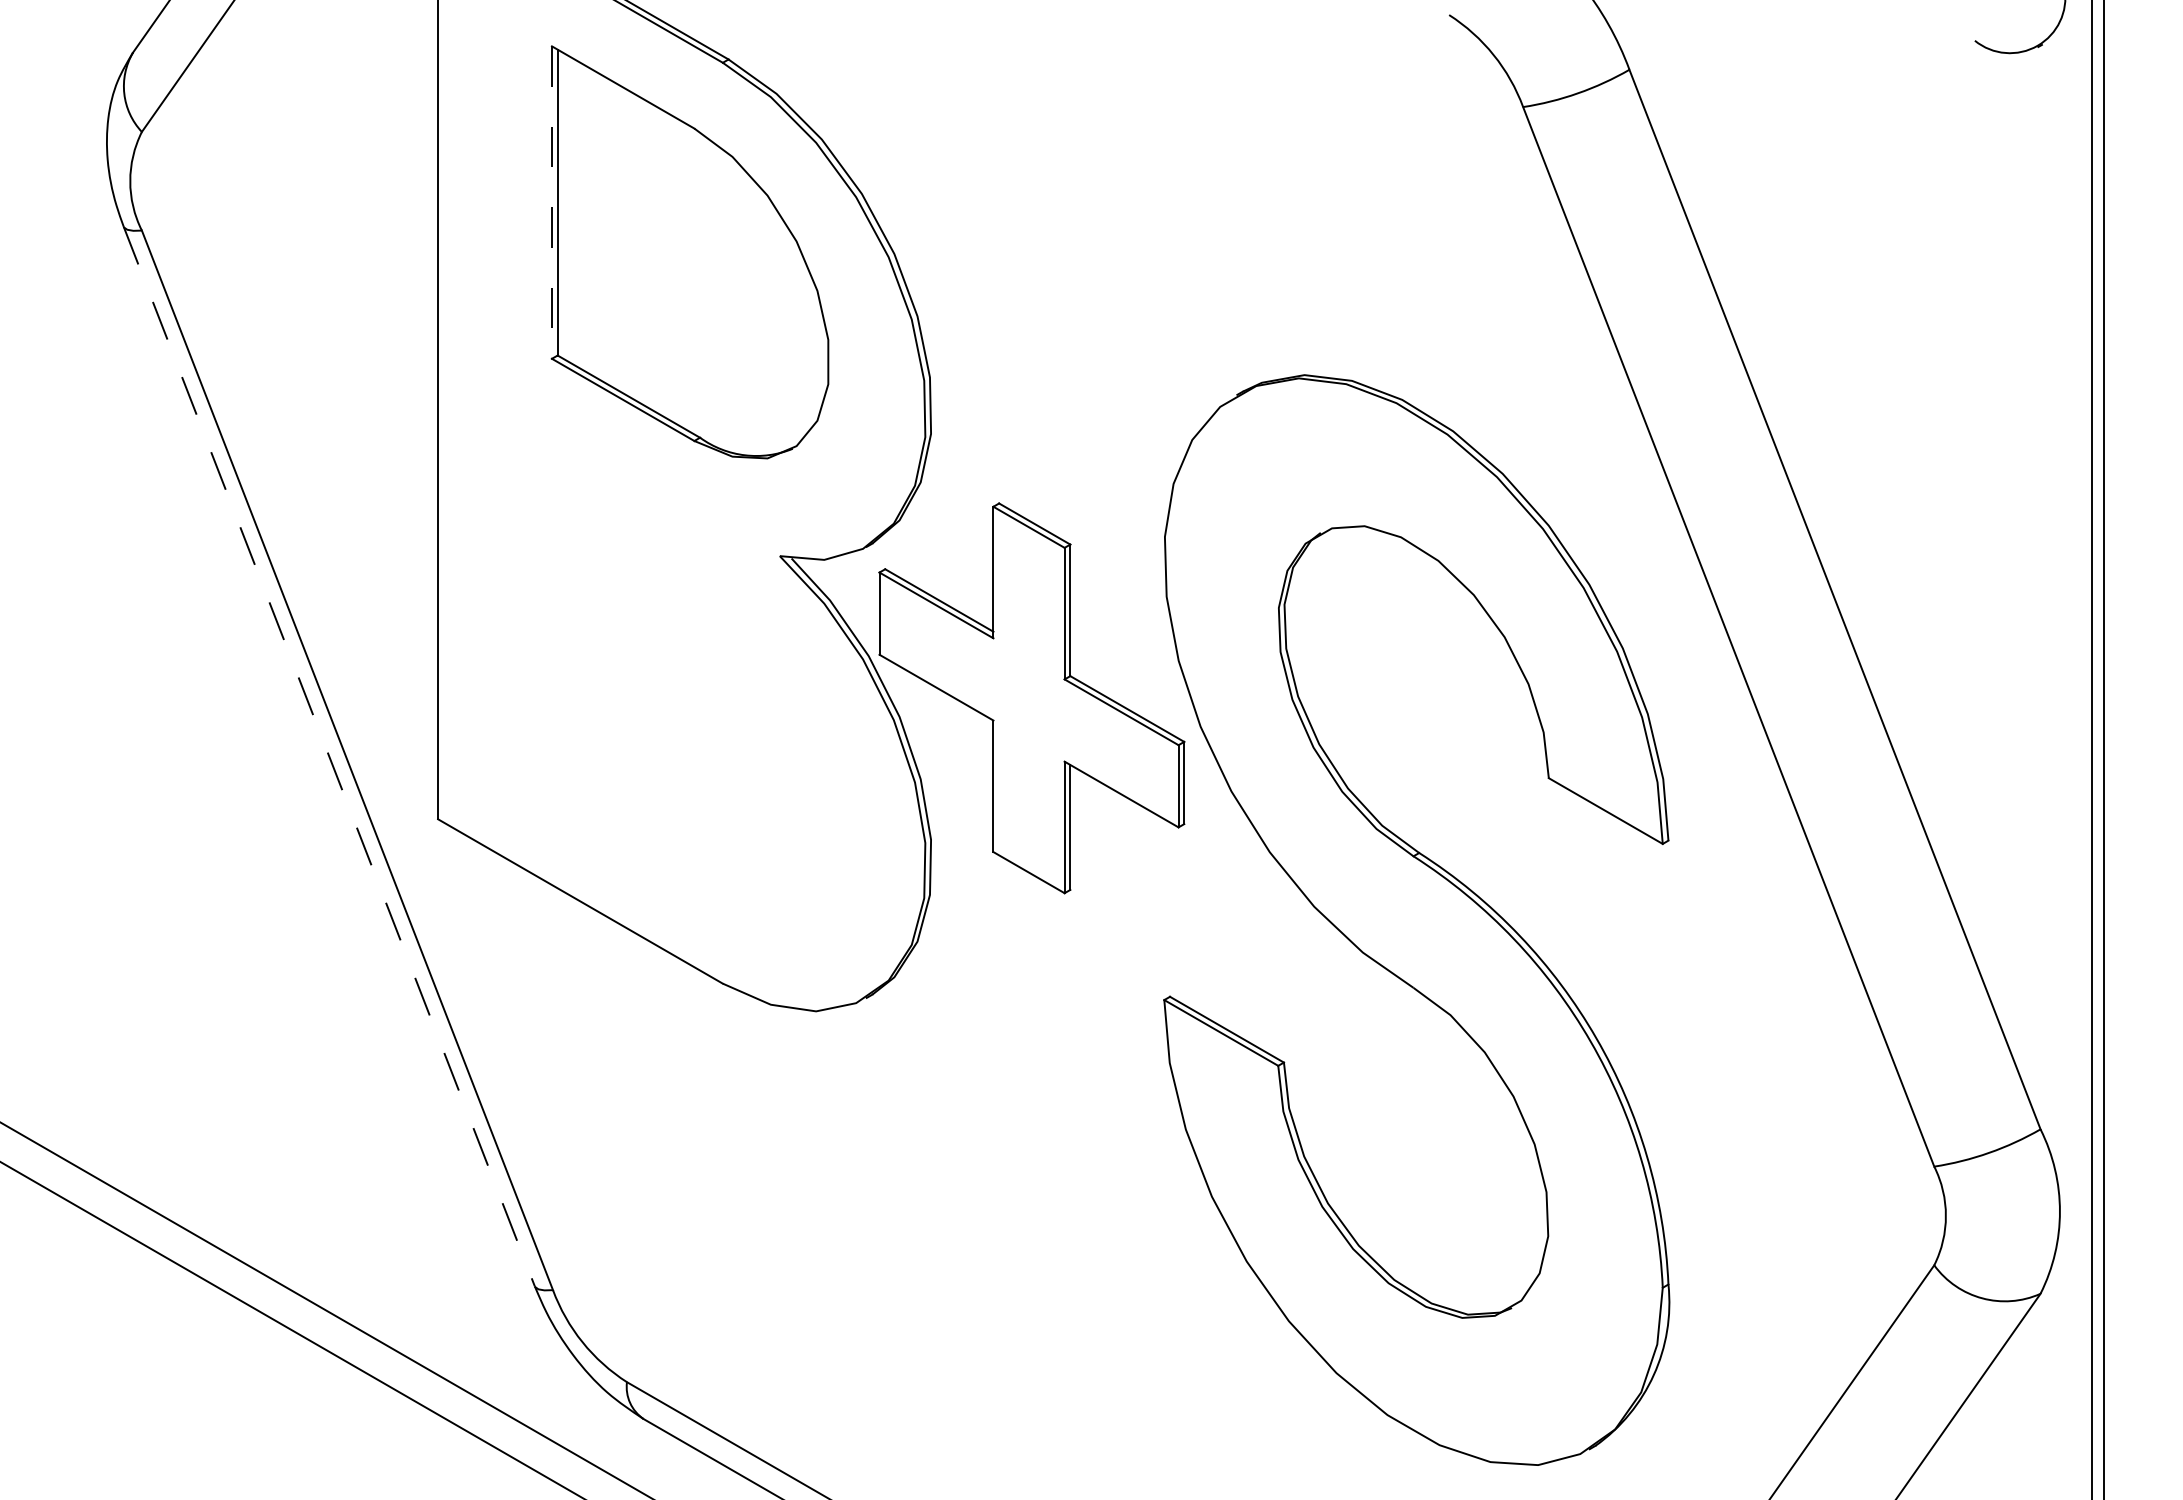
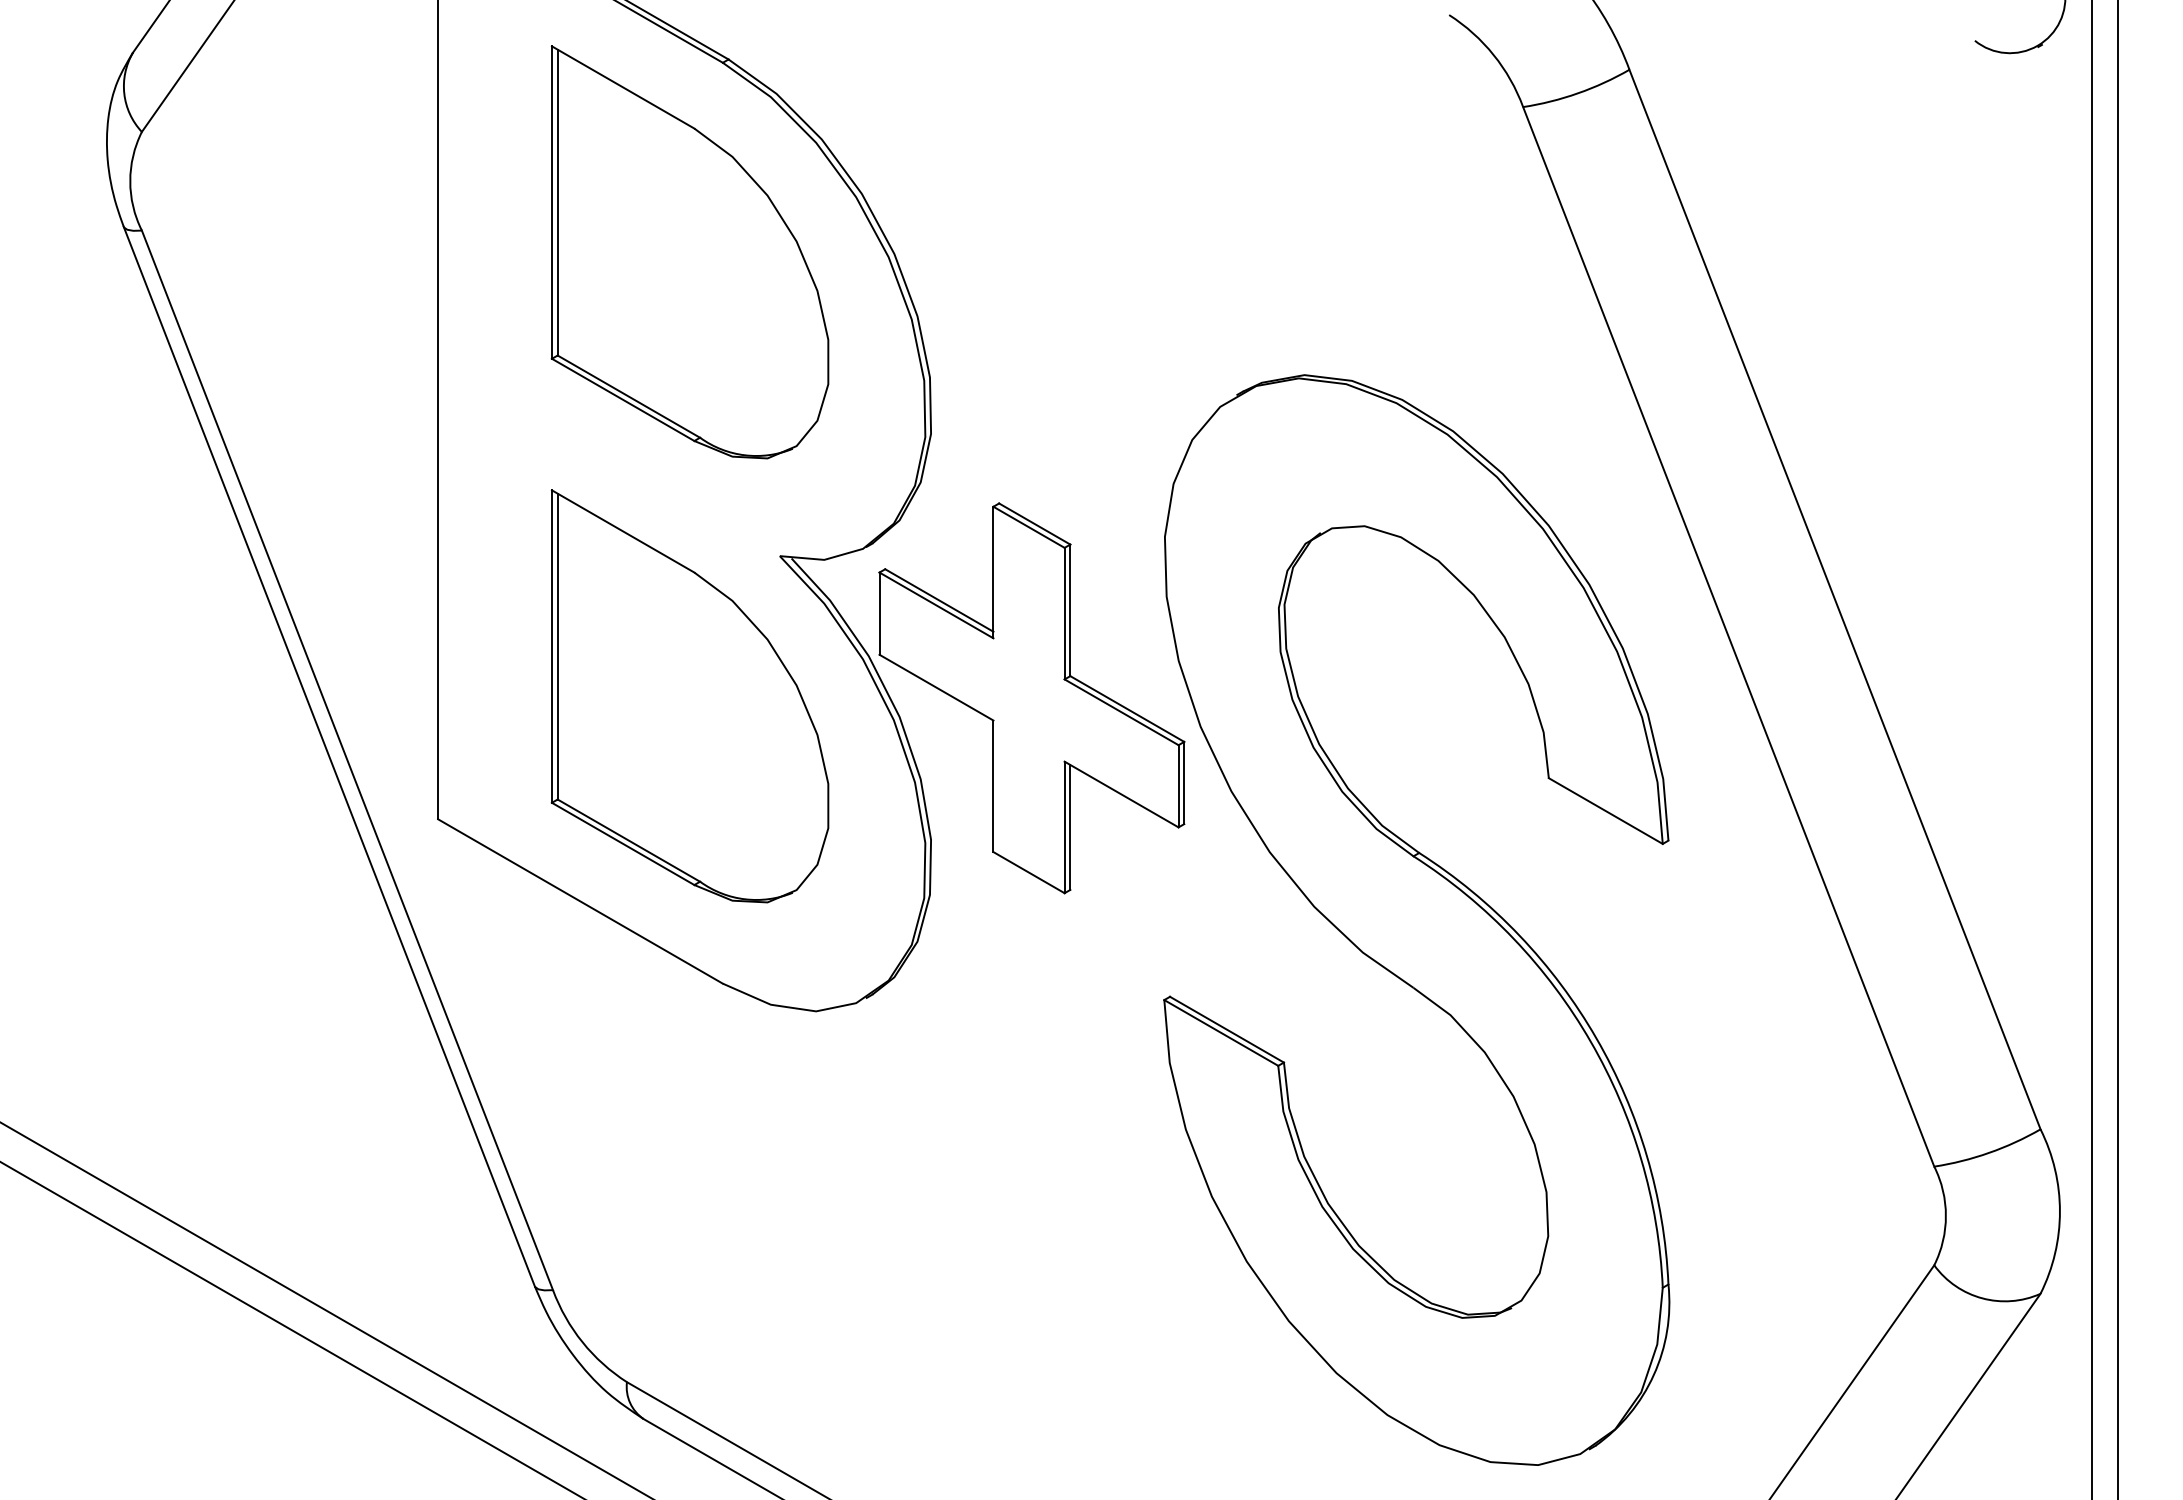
line at (551, 203): dashed -> solid
part at (689, 696): none -> present
line at (2103, 749) position: (2103, 749) -> (2117, 749)
line at (329, 757): dashed -> solid
